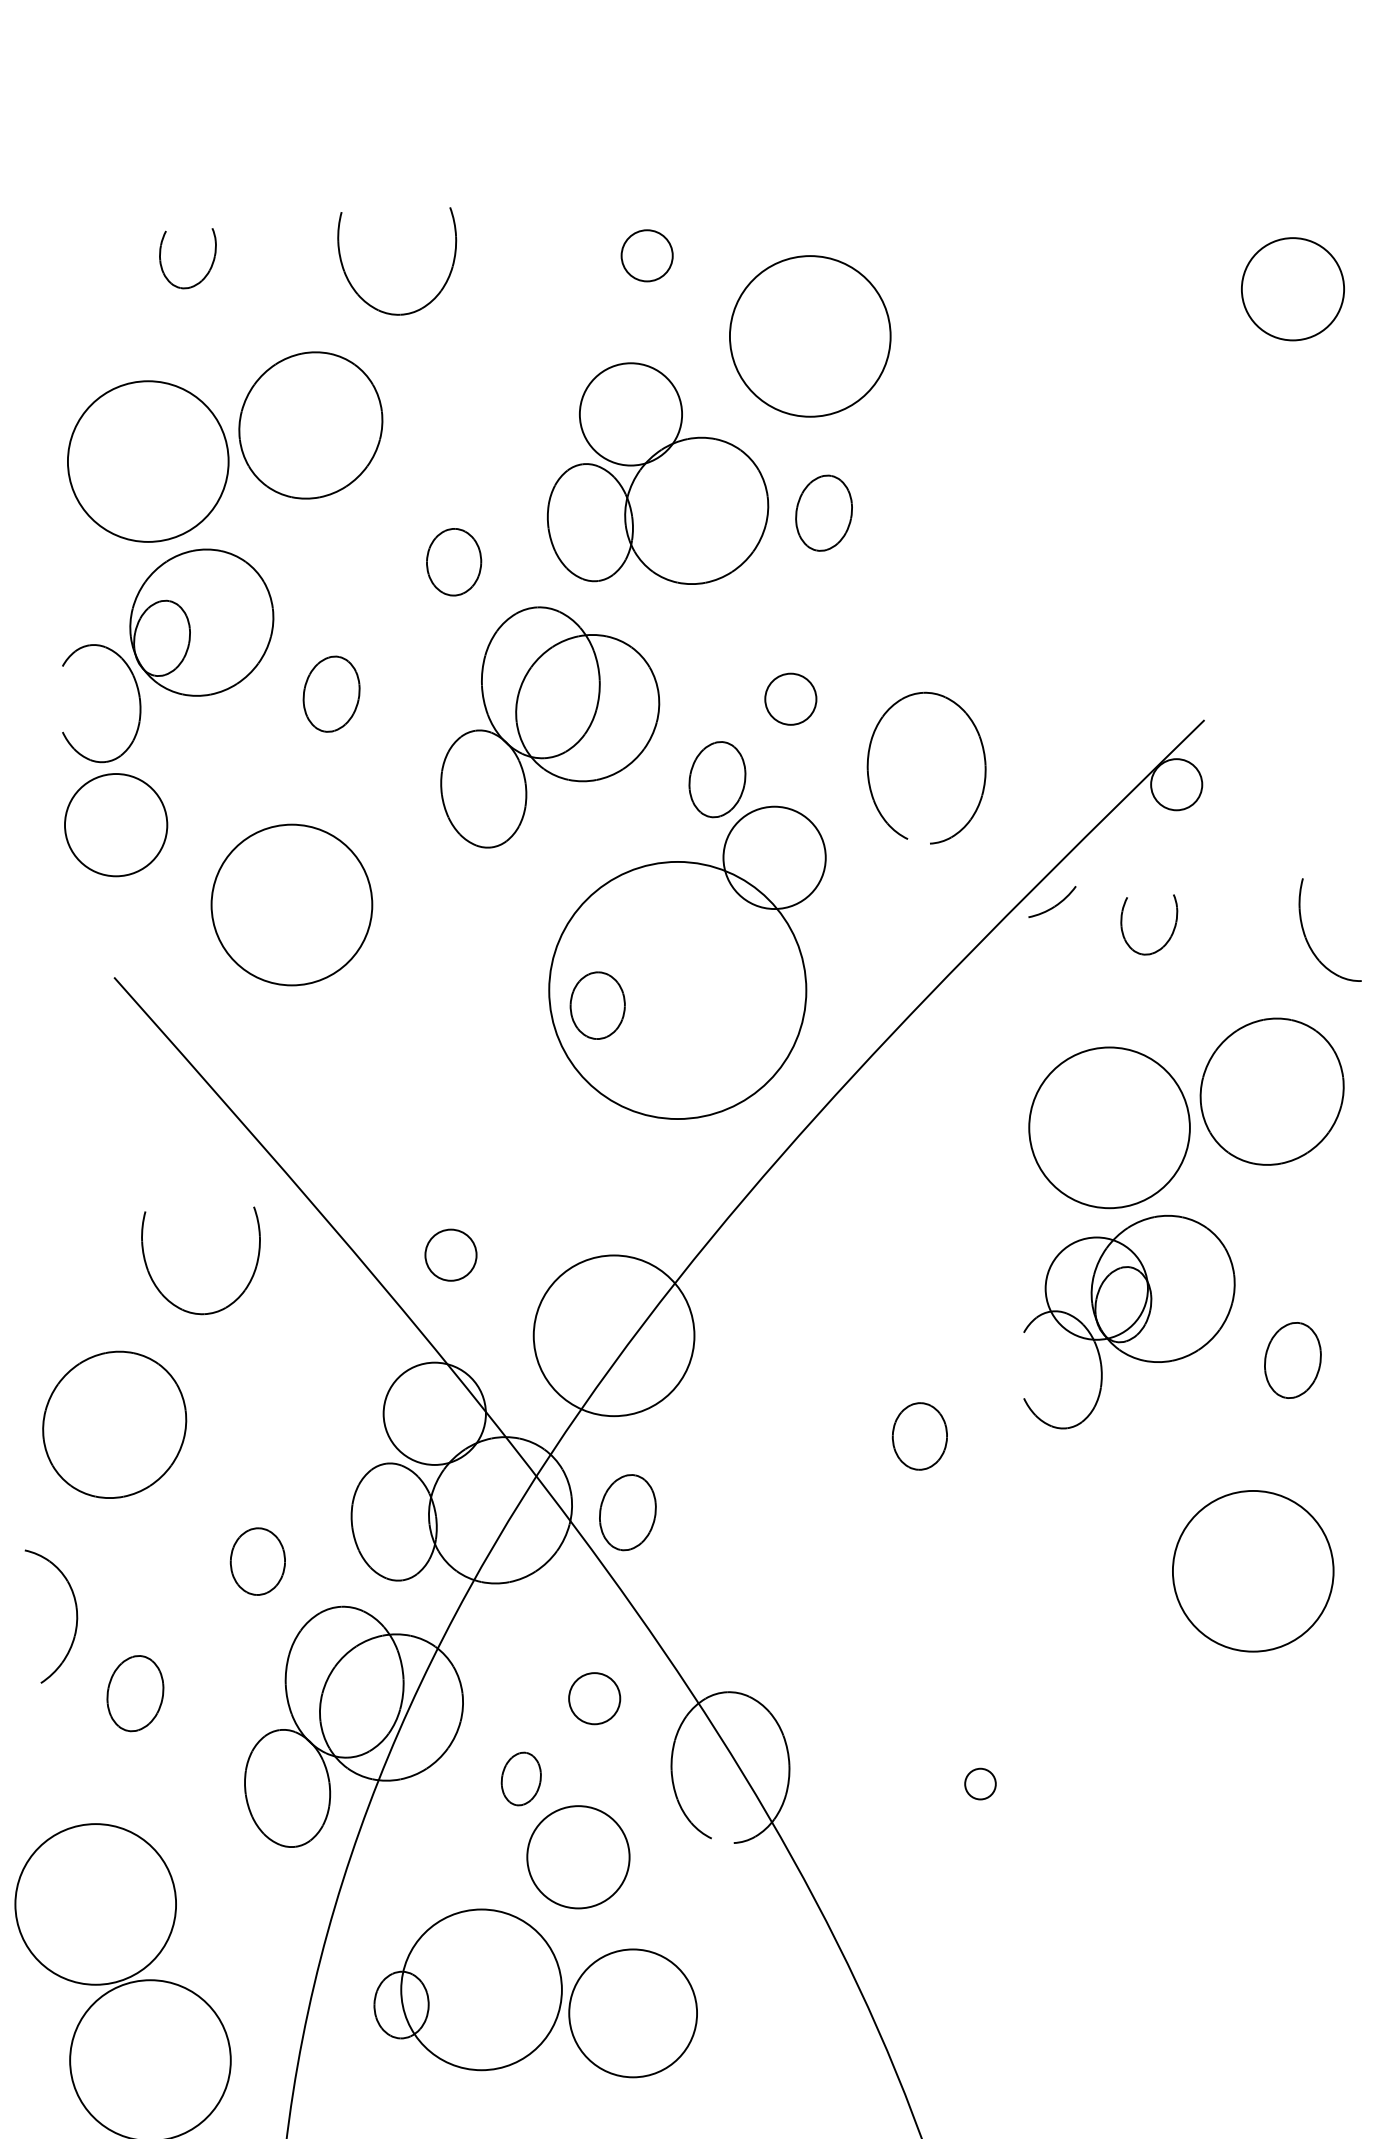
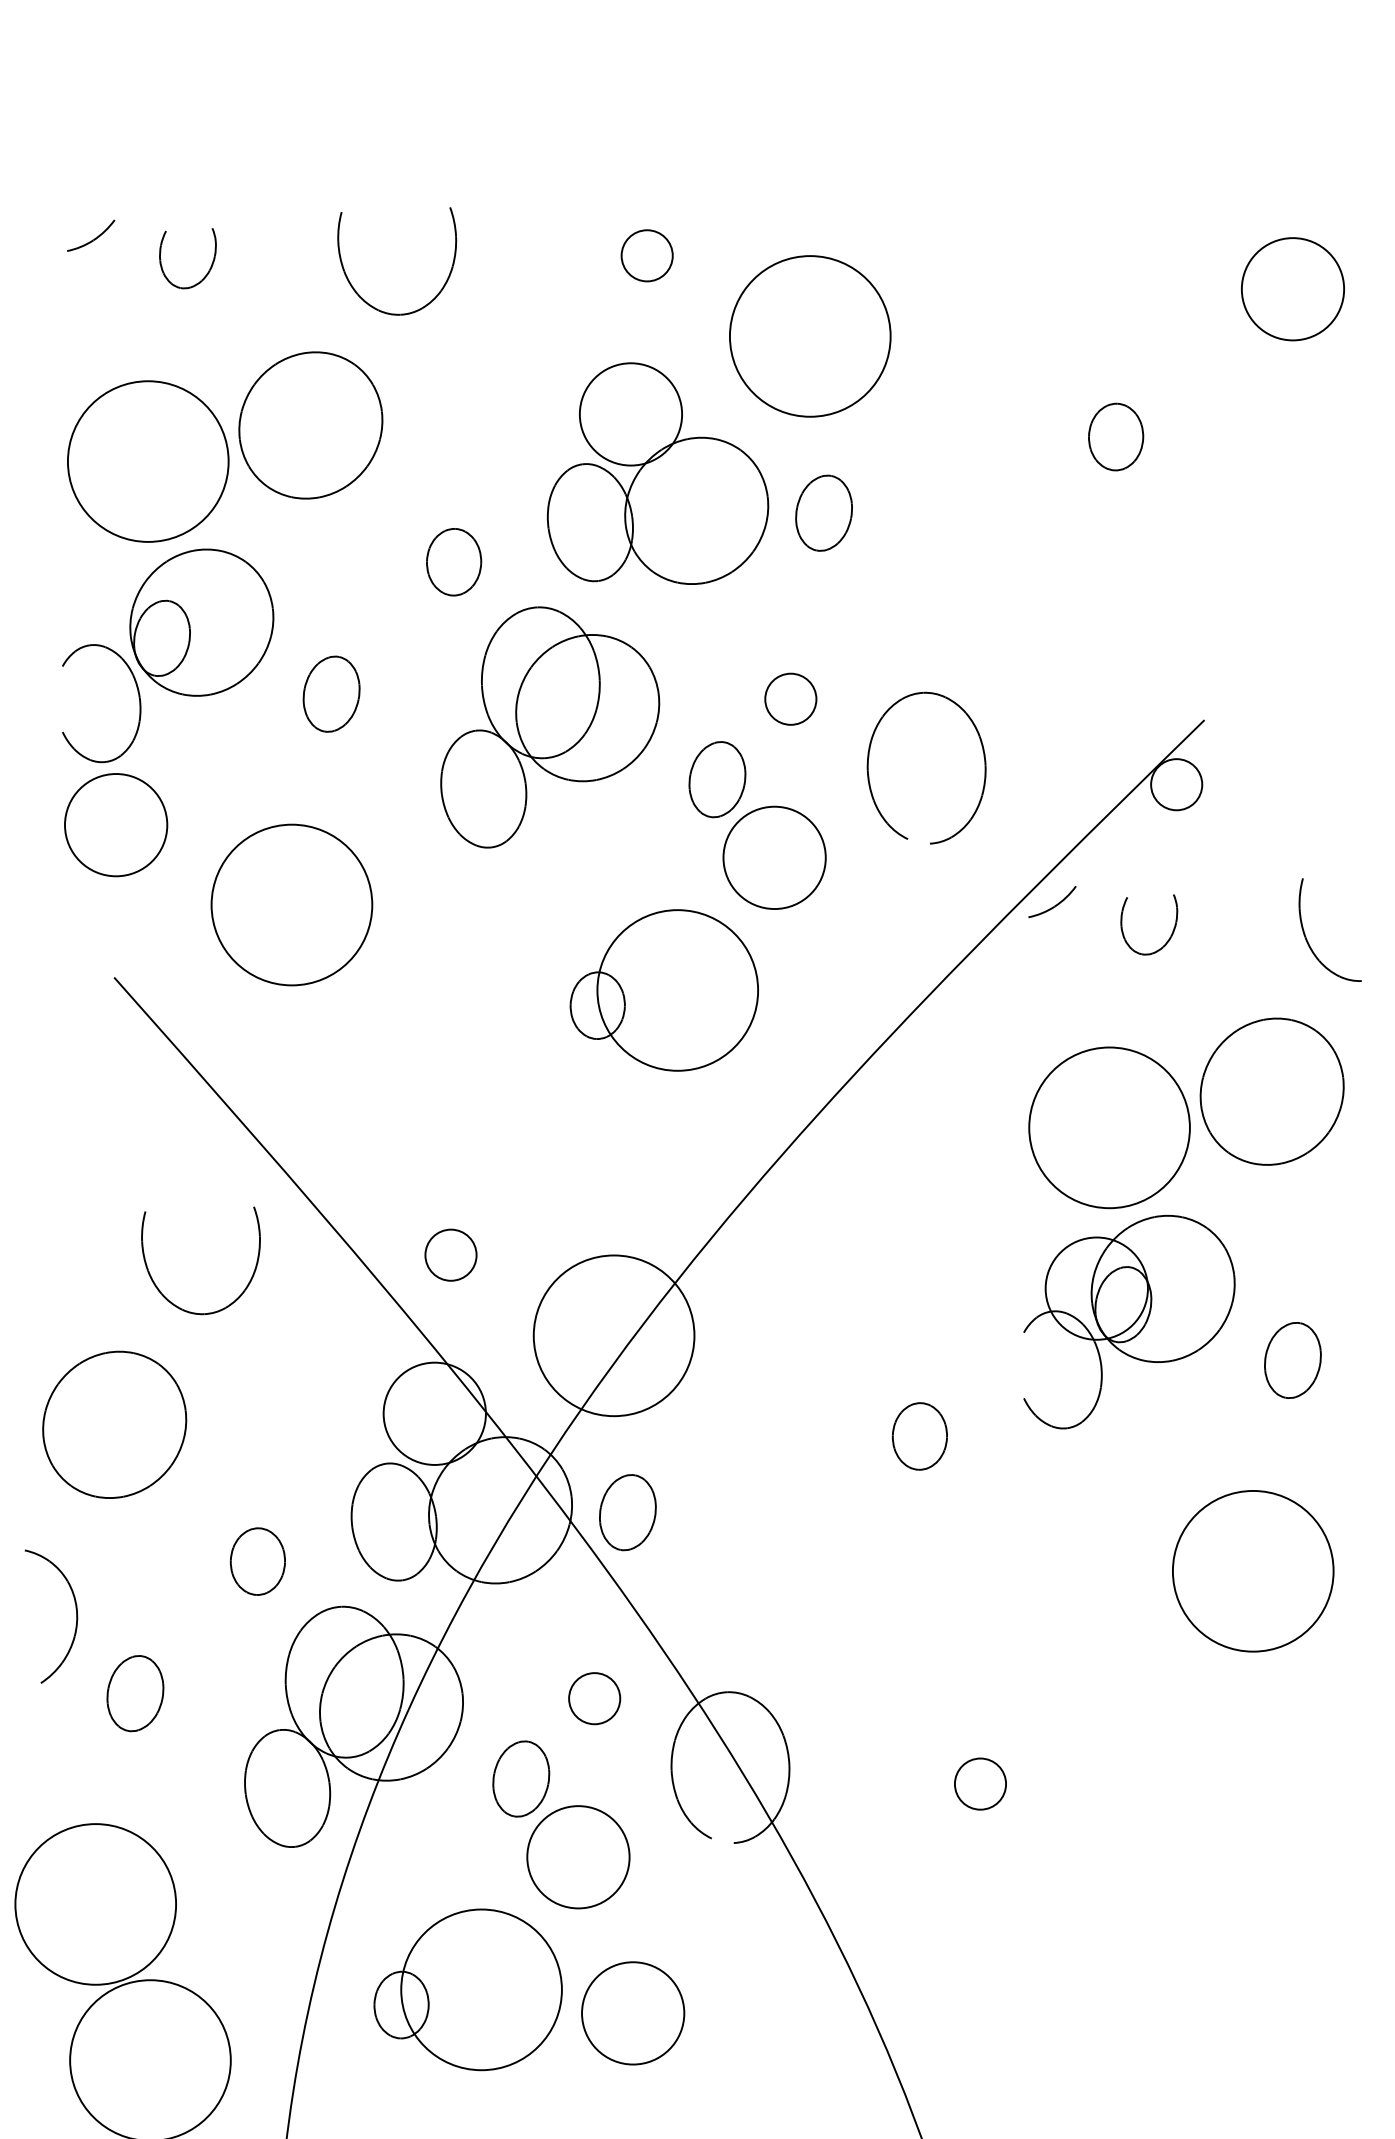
part at (91, 235): none -> present
part at (1116, 436): none -> present
circle at (677, 990) diameter: 257 px -> 161 px
part at (520, 1778) size: 42x56 px -> 59x78 px
circle at (980, 1783) diameter: 31 px -> 51 px
circle at (633, 2013) diameter: 128 px -> 102 px
